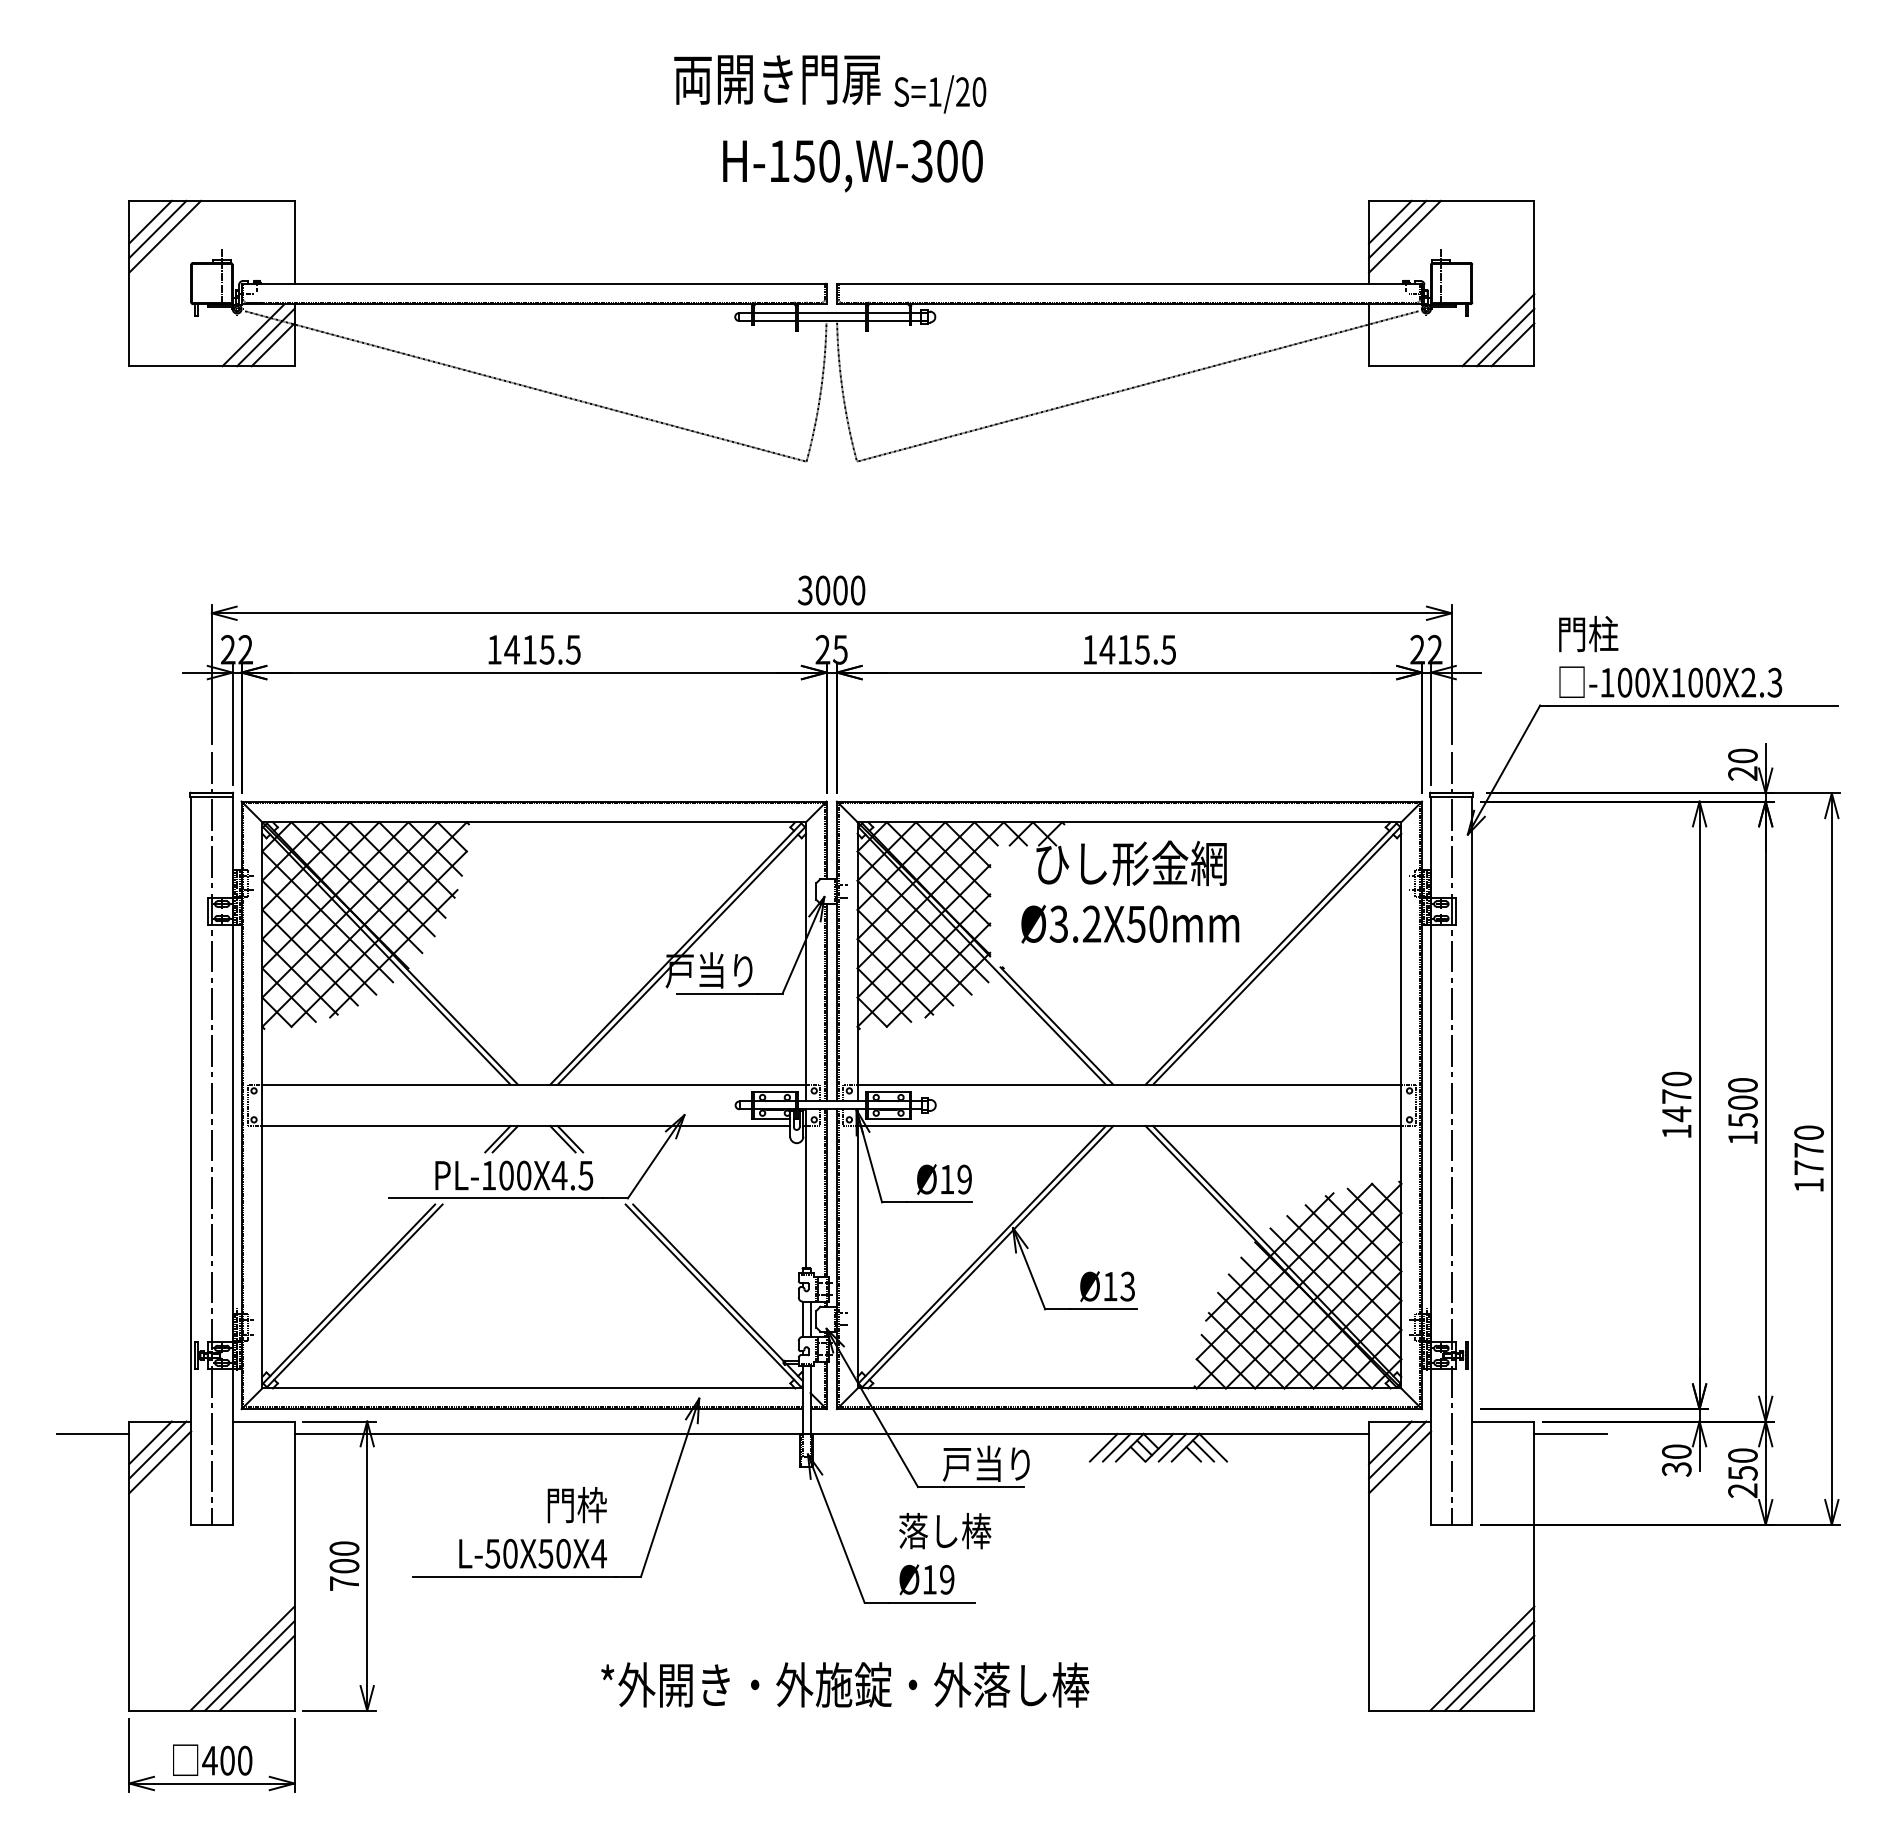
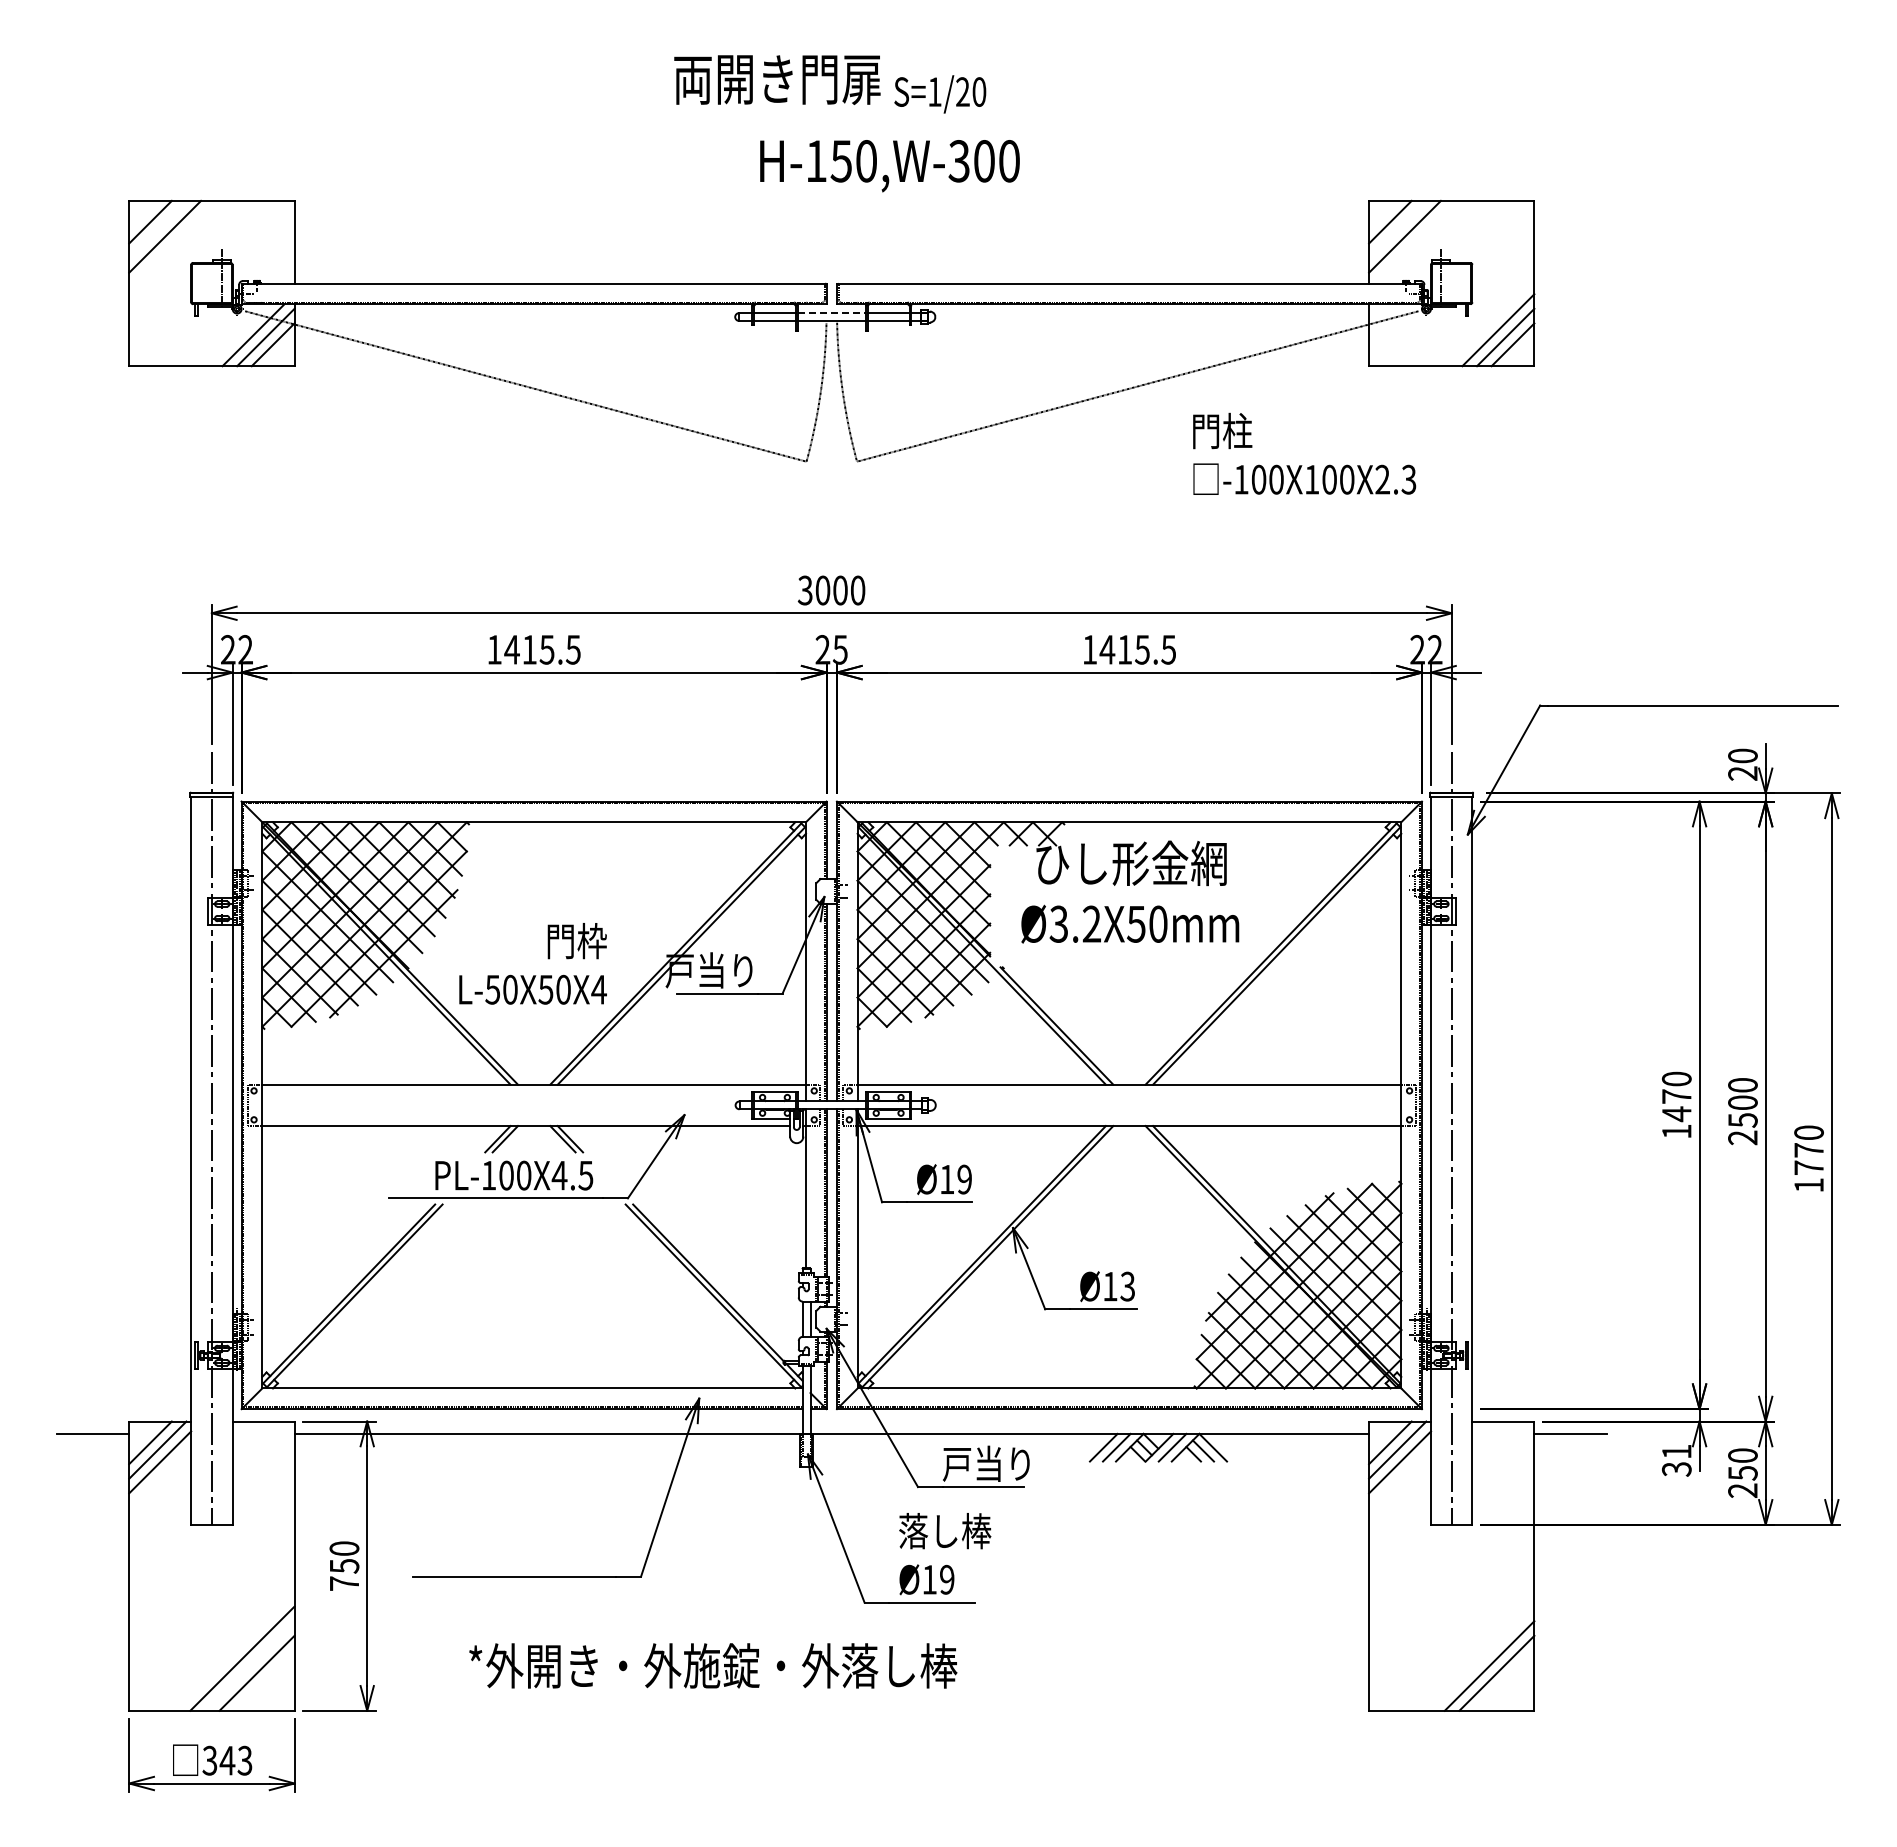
text at (852, 166) position: (852, 166) -> (889, 166)
line at (157, 229): present -> none
line at (1397, 229): present -> none
line at (832, 313): solid -> dashed
text at (1670, 656) position: (1670, 656) -> (1304, 453)
text at (1742, 1137): 1500 -> 2500
text at (1676, 1451): 30 -> 31
text at (532, 1527) position: (532, 1527) -> (532, 963)
text at (344, 1566): 700 -> 750
line at (1482, 1658): present -> none
line at (249, 1665): present -> none
text at (845, 1684) position: (845, 1684) -> (713, 1665)
text at (227, 1760): 400 -> 343
